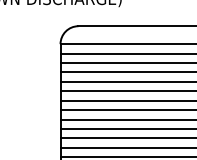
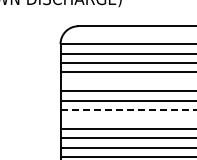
line at (126, 81): present -> none
line at (129, 110): solid -> dashed
line at (126, 119): present -> none
